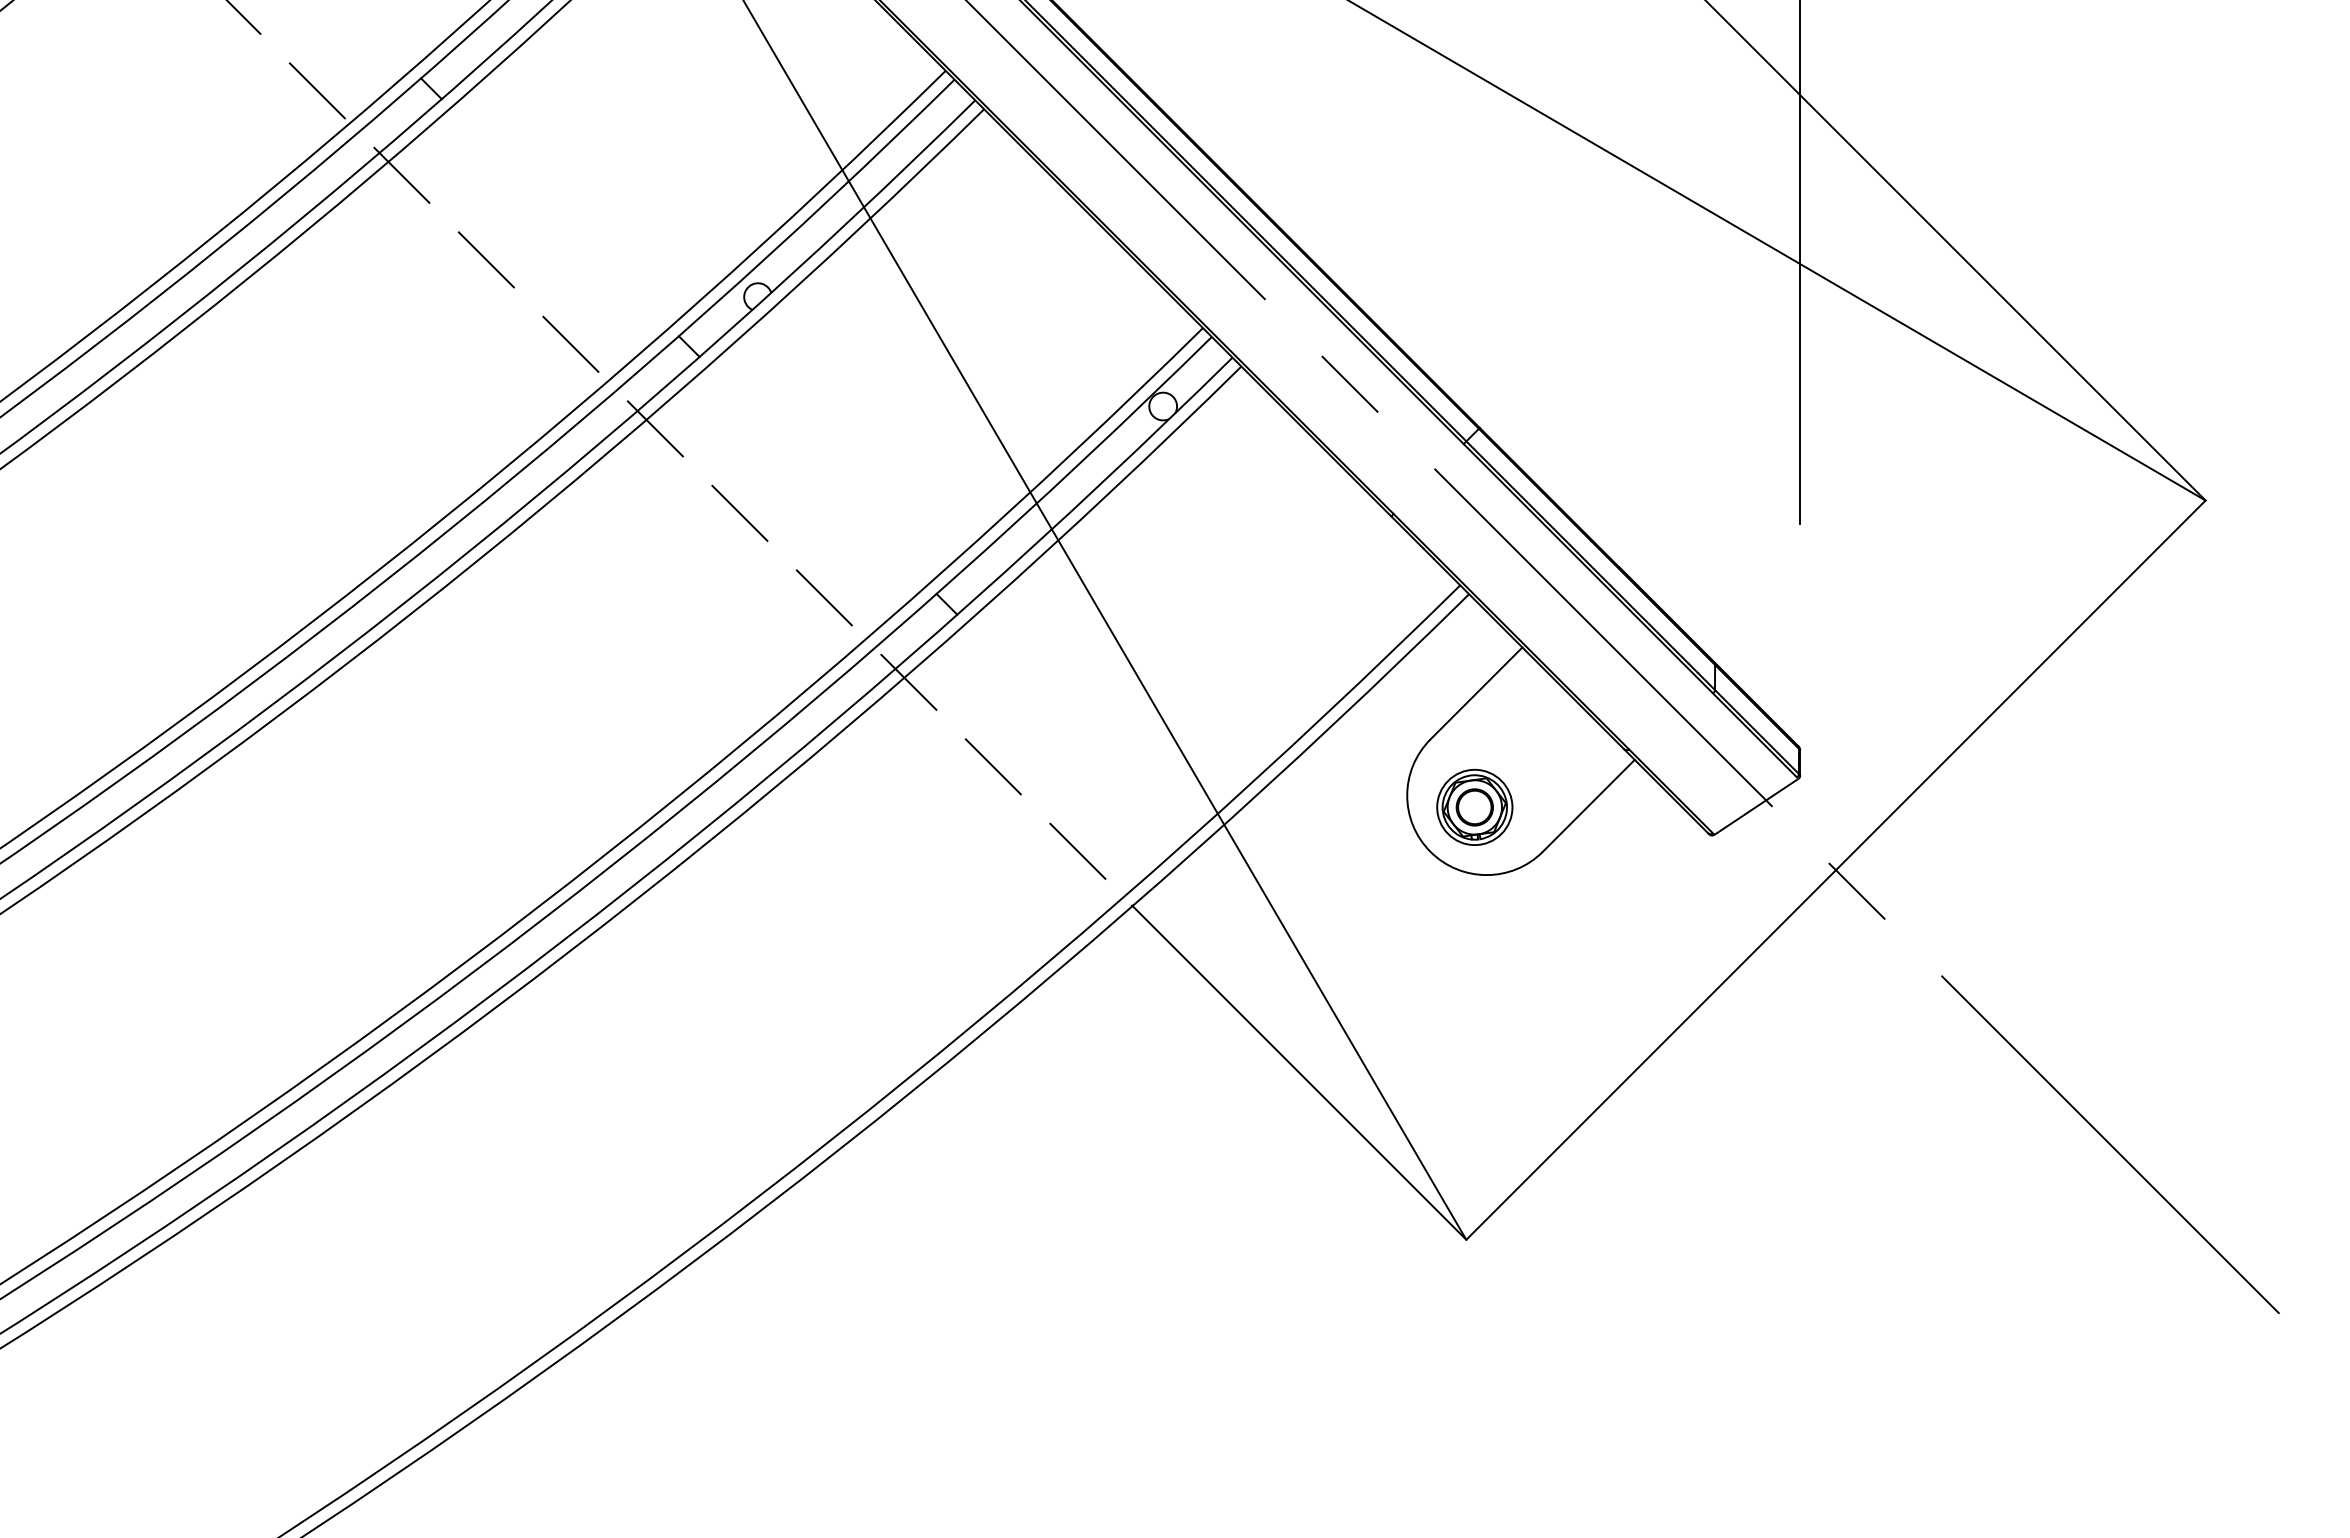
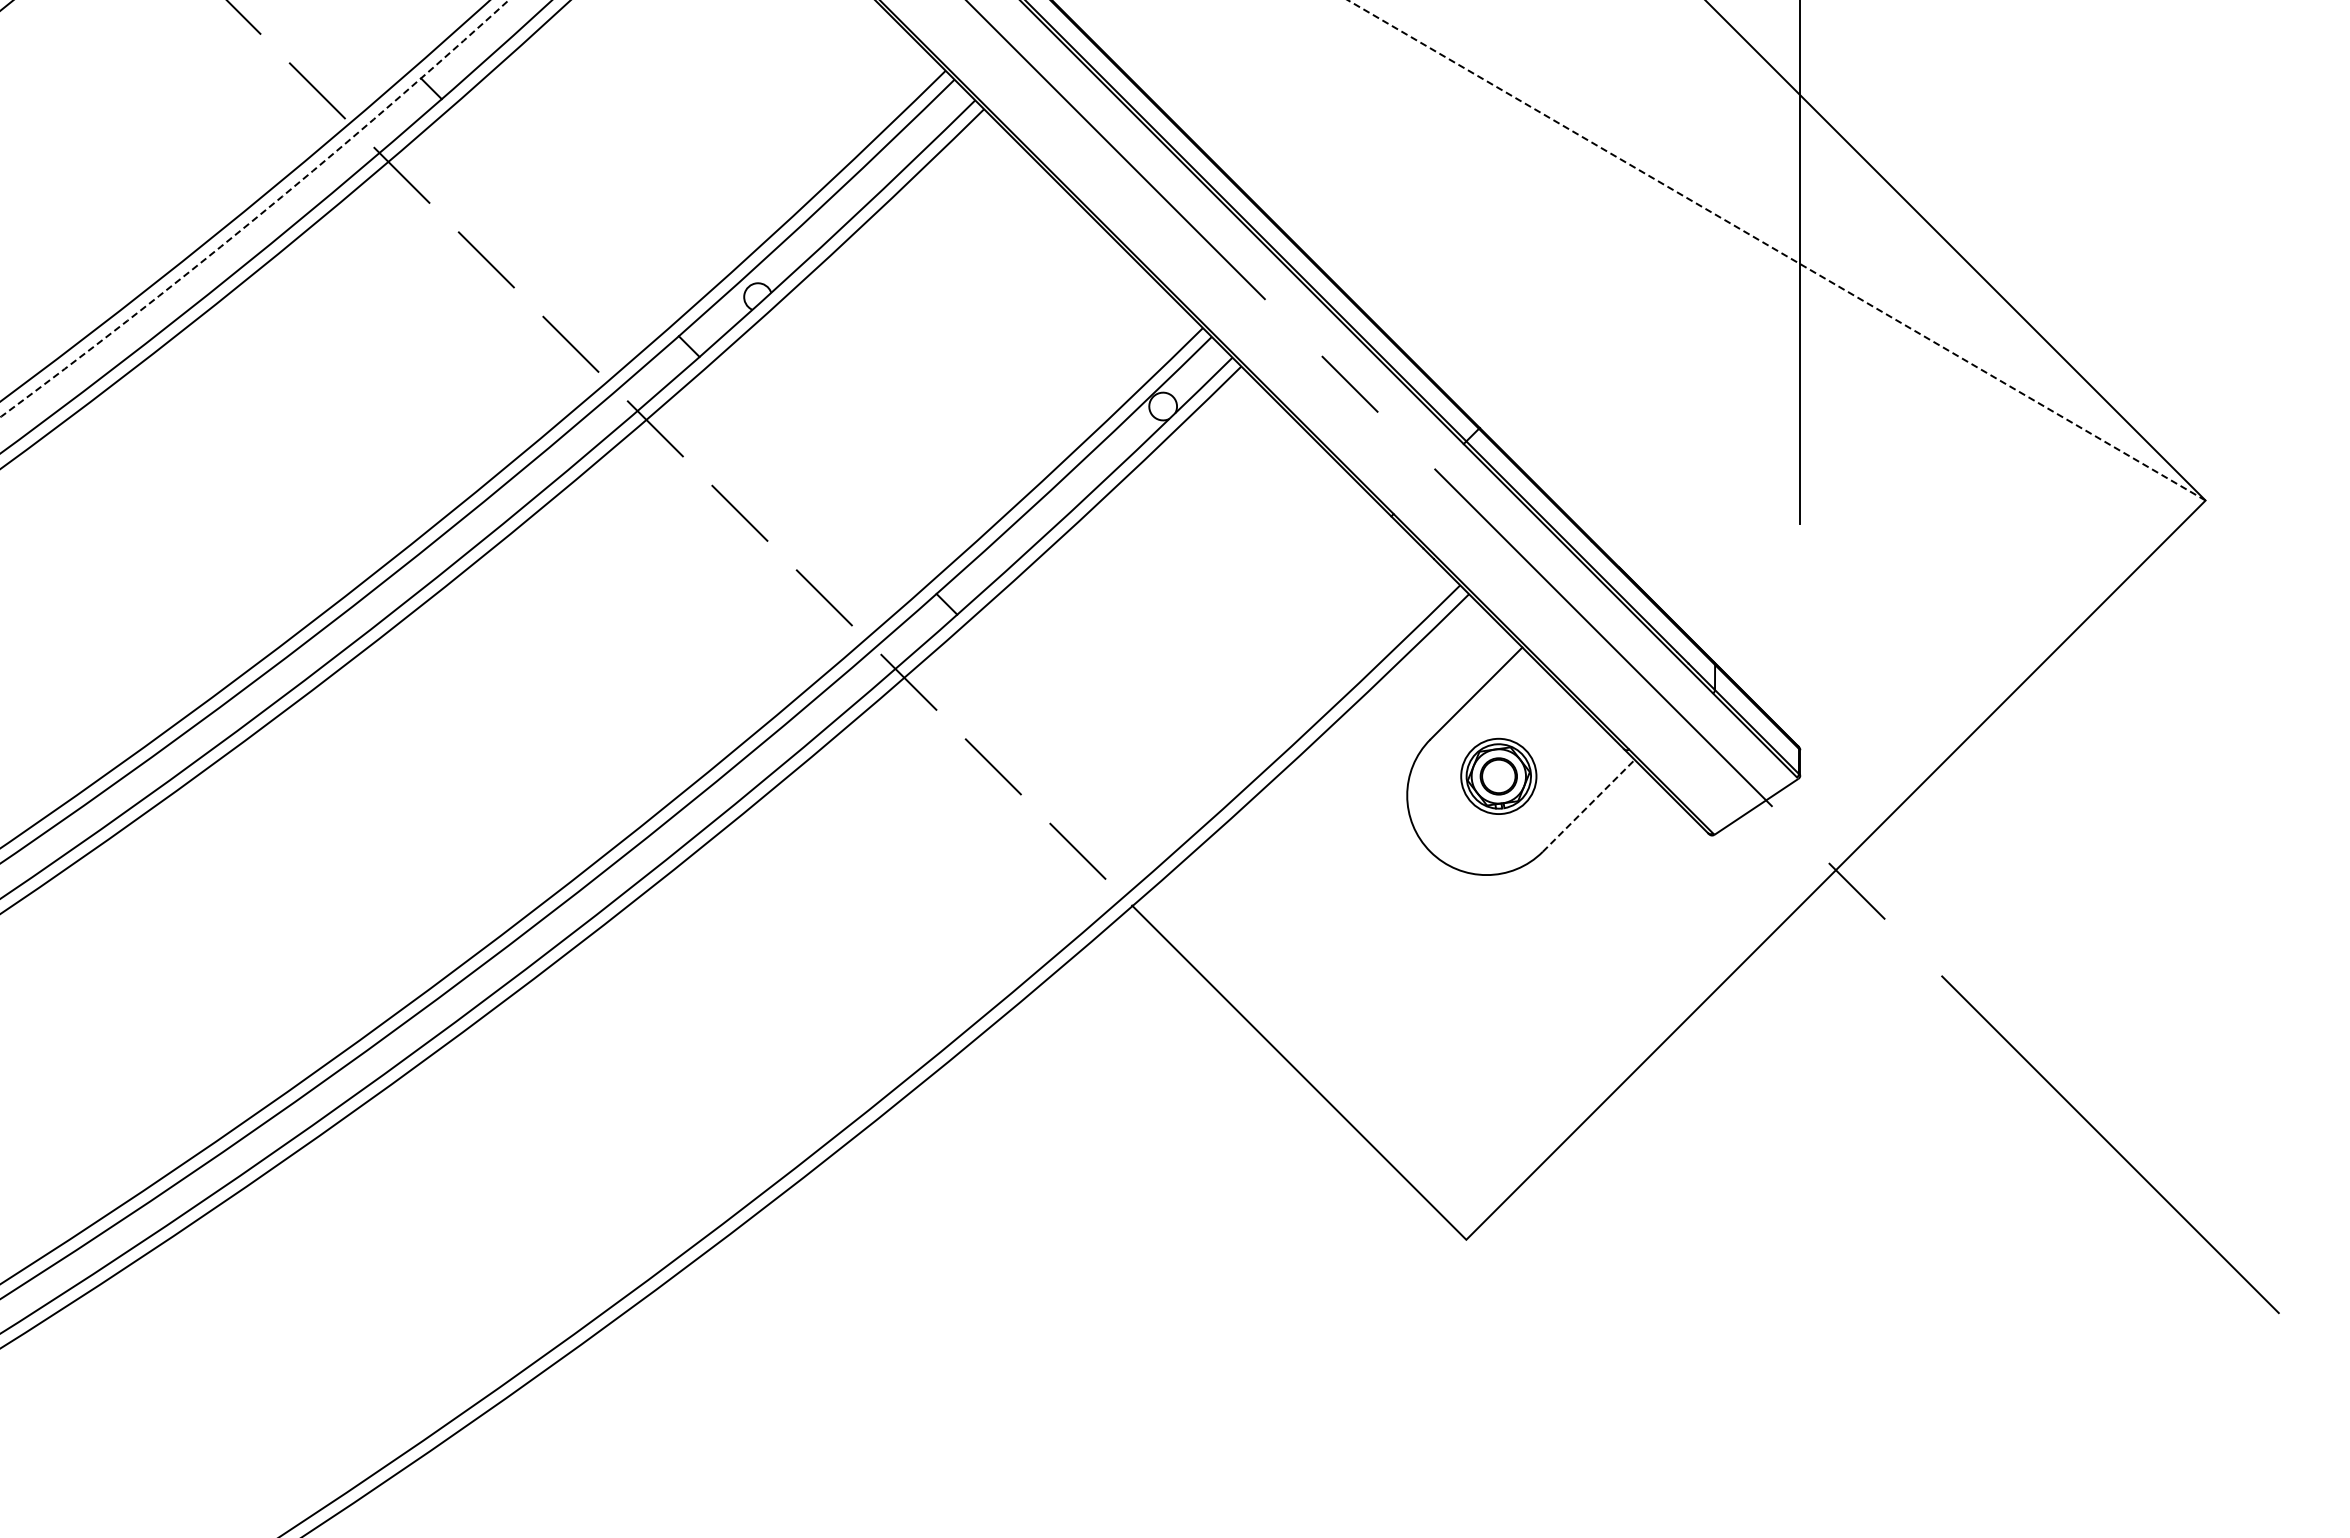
arc at (259, 215): solid -> dashed
line at (1776, 250): solid -> dashed
line at (1105, 620): present -> none
line at (1589, 805): solid -> dashed
part at (1474, 806) position: (1474, 806) -> (1498, 775)
